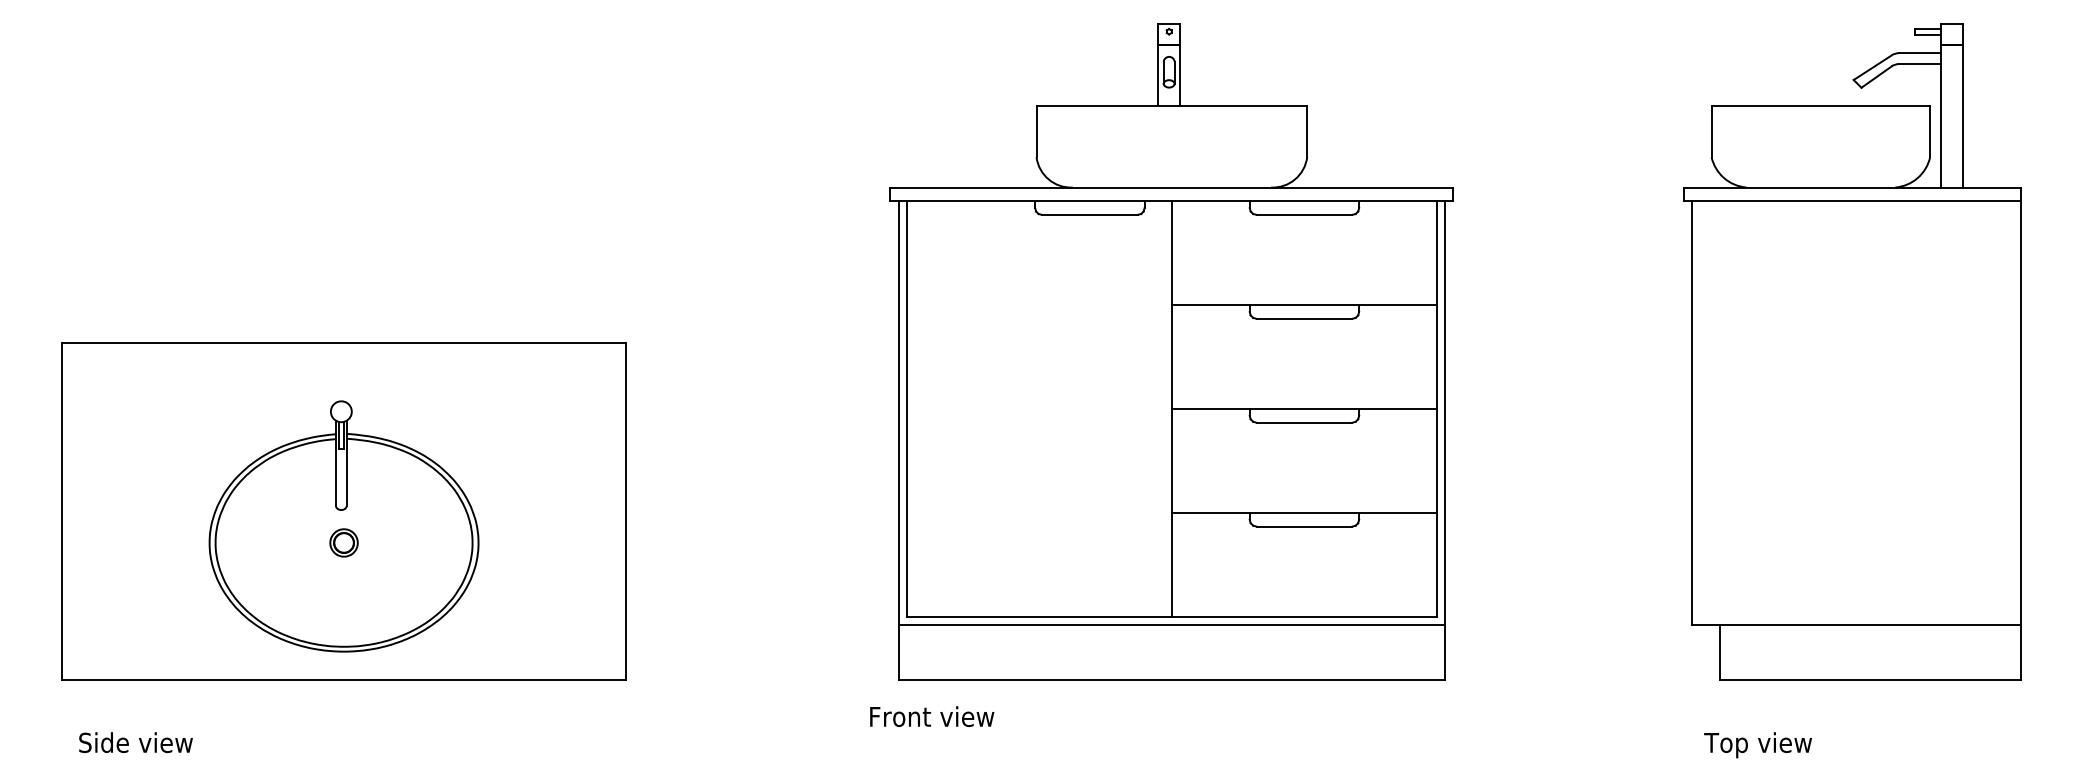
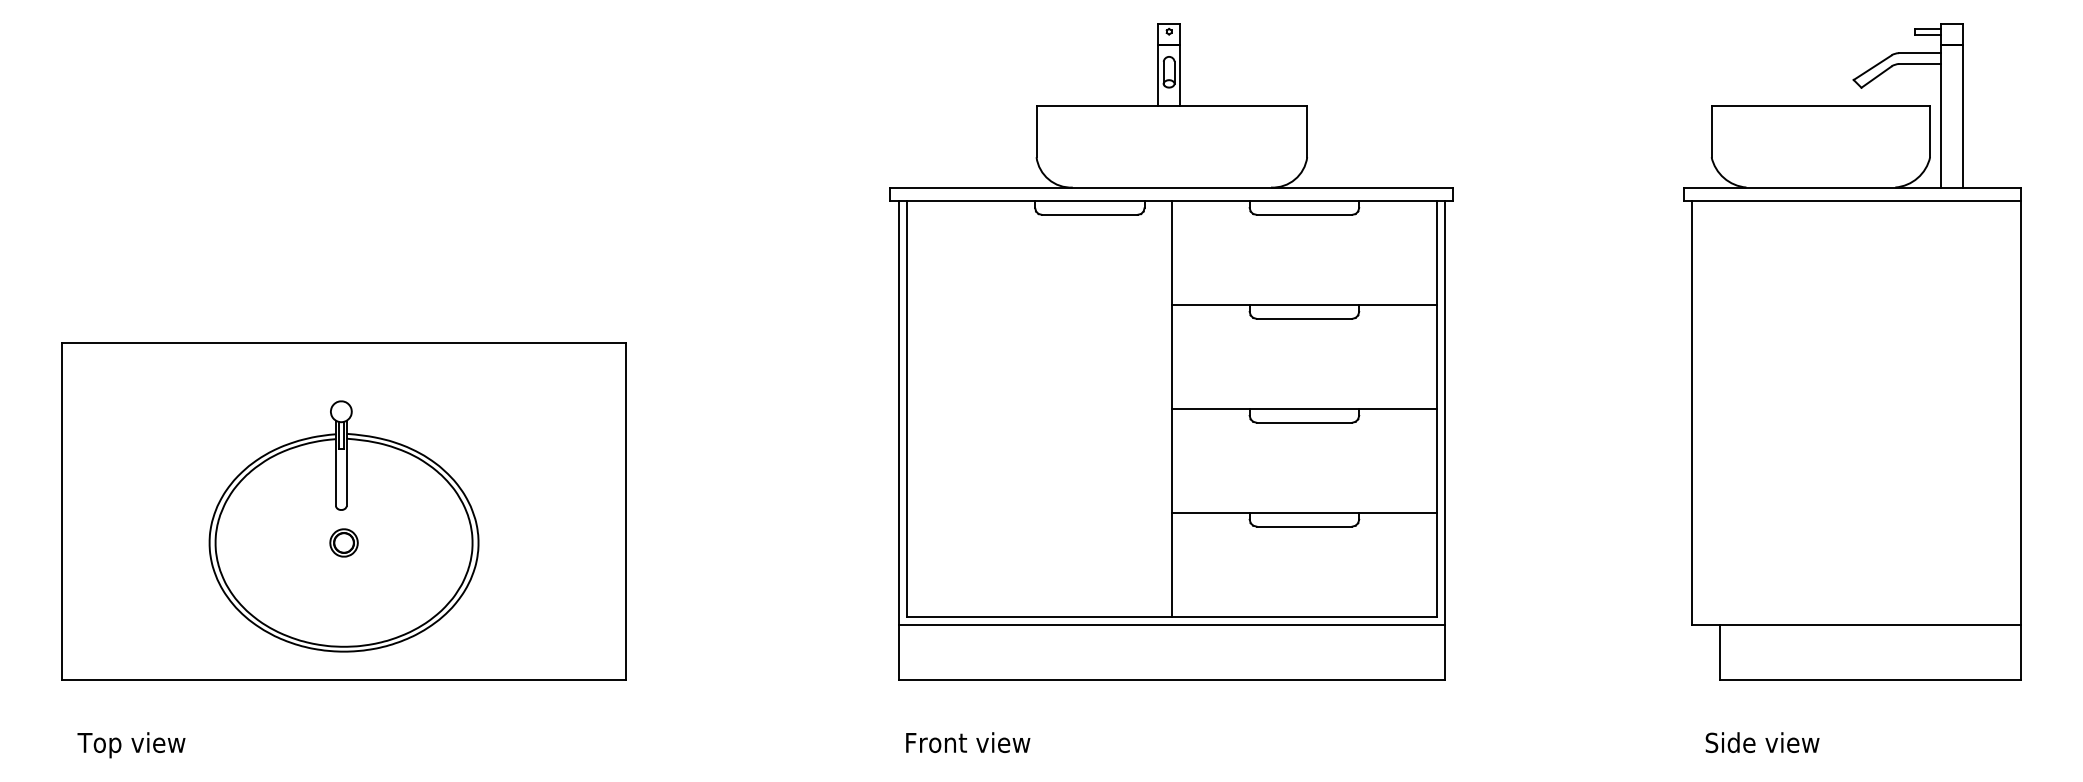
text at (932, 716) position: (932, 716) -> (968, 742)
text at (134, 745): Side view -> Top view
text at (1761, 745): Top view -> Side view
